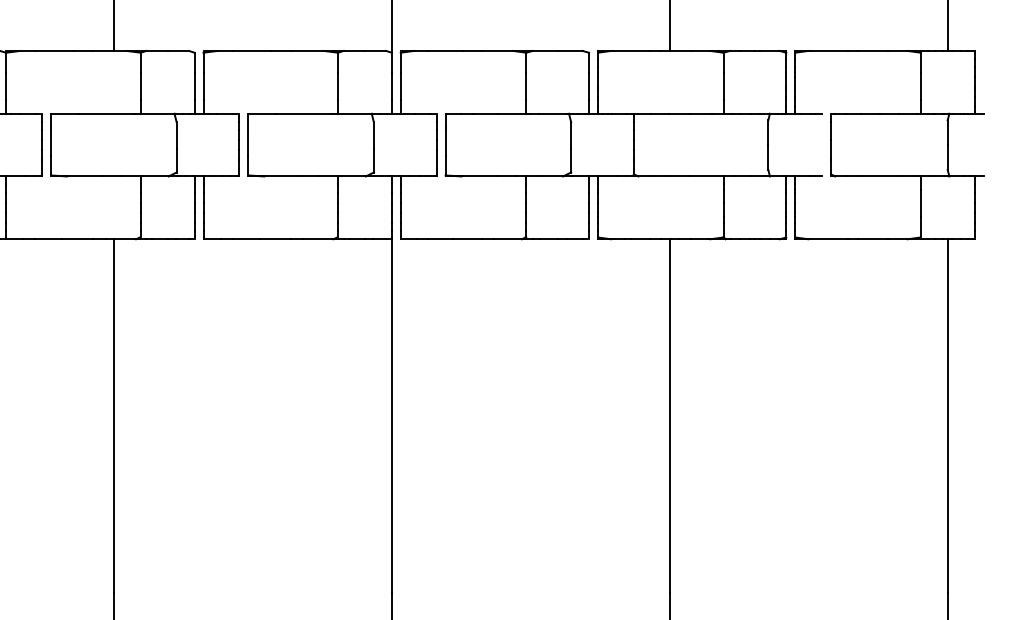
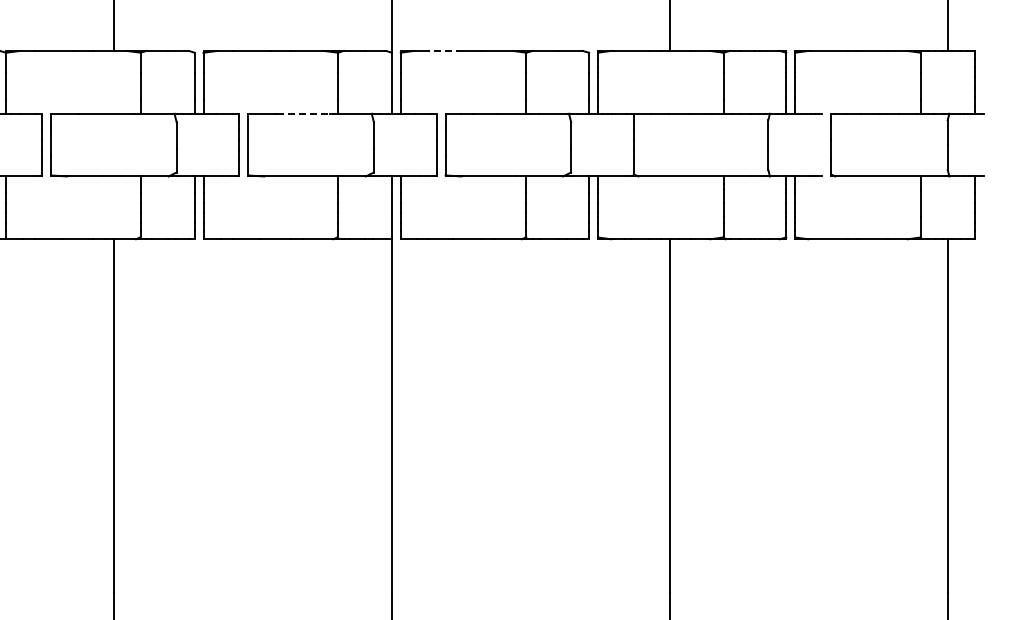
line at (445, 50): solid -> dashed
line at (303, 113): solid -> dashed
